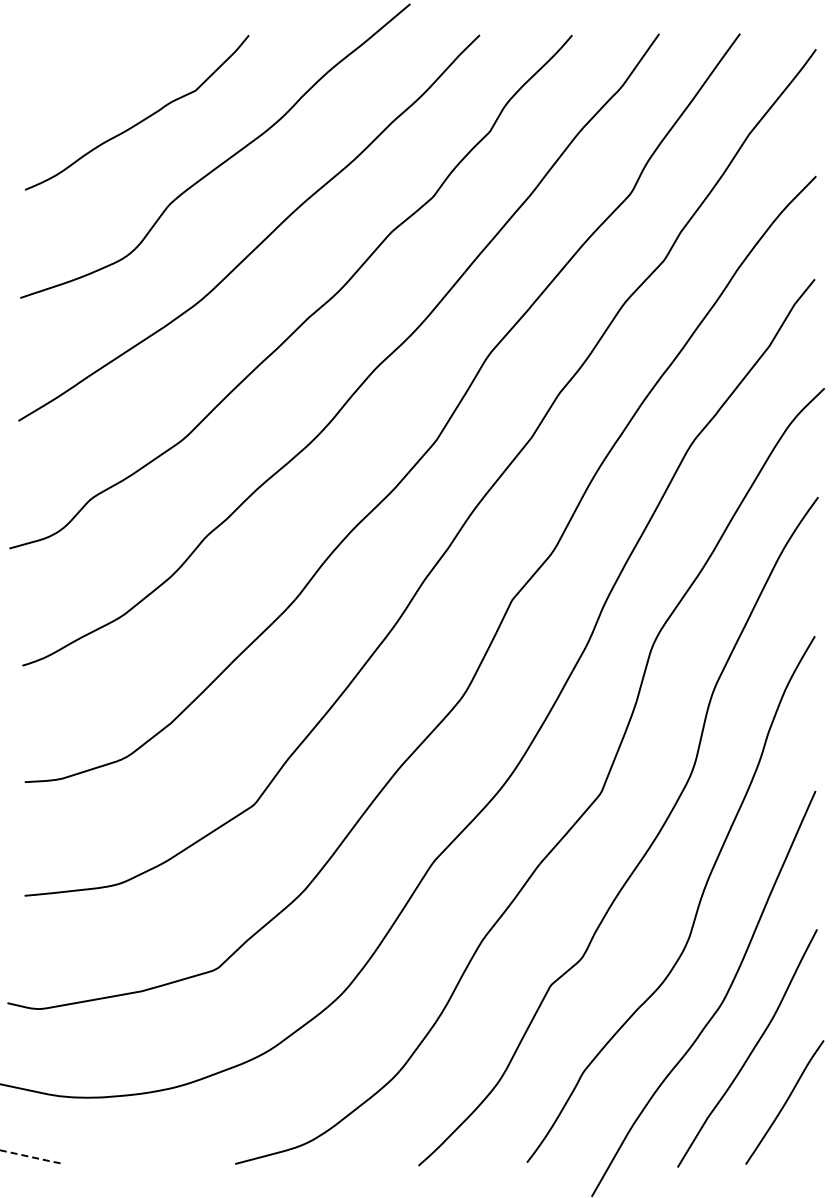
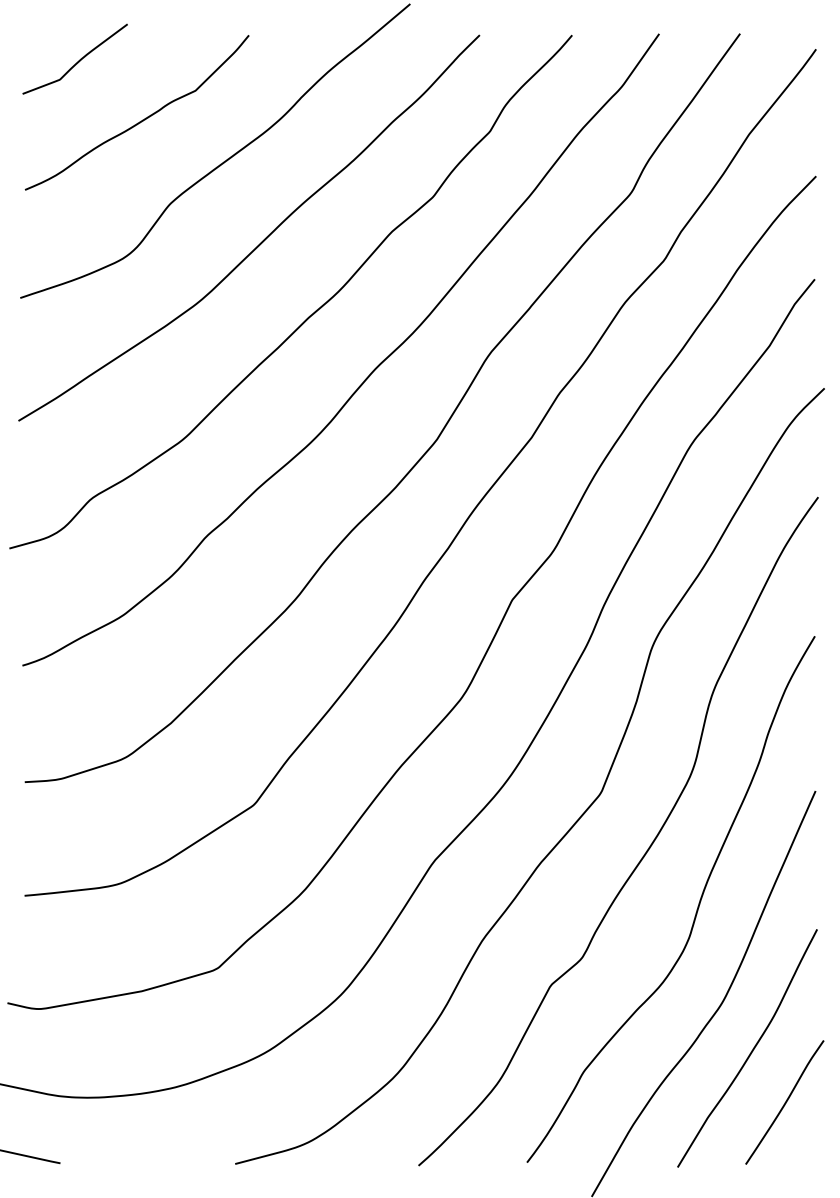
curve at (77, 61): none -> present
line at (30, 1156): dashed -> solid
